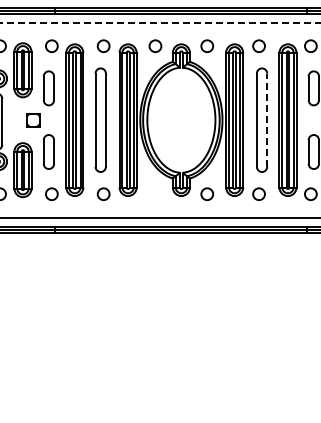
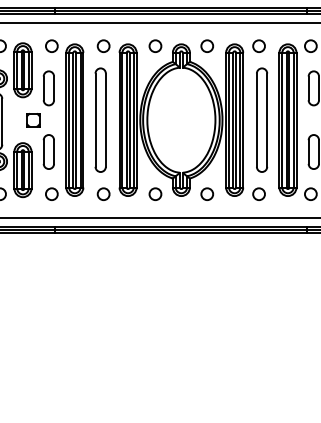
line at (160, 22): dashed -> solid
line at (267, 120): dashed -> solid
circle at (155, 193): none -> present
